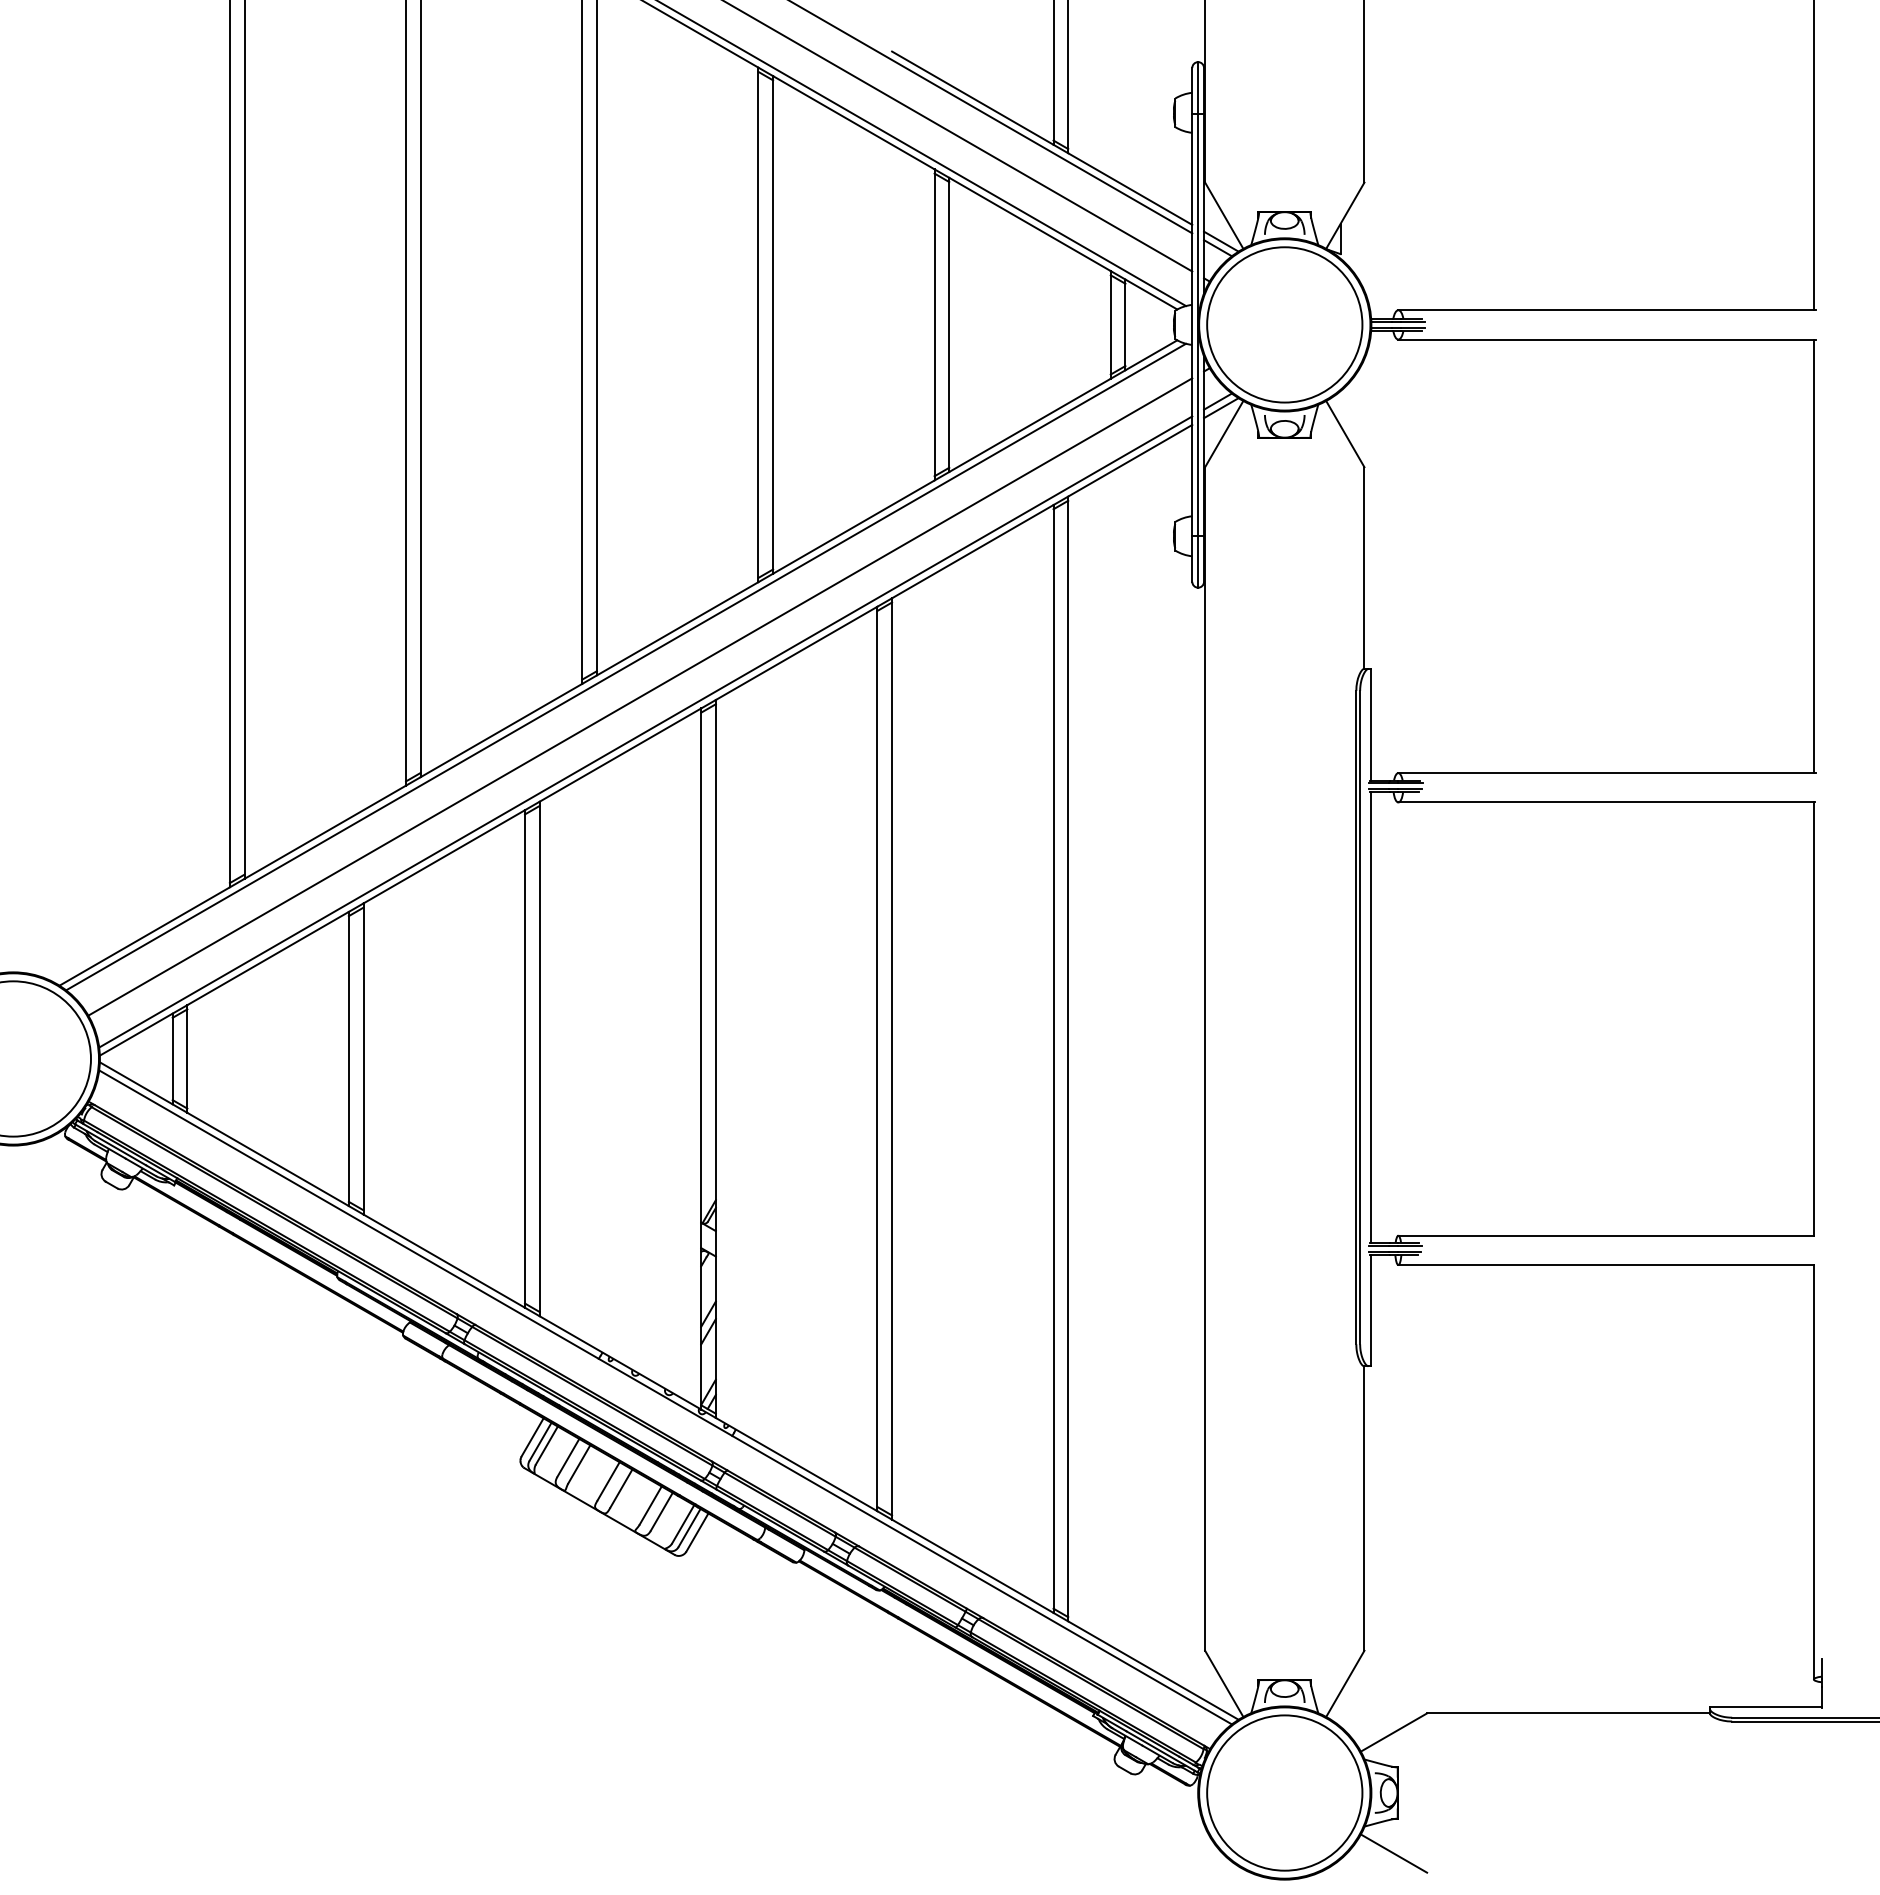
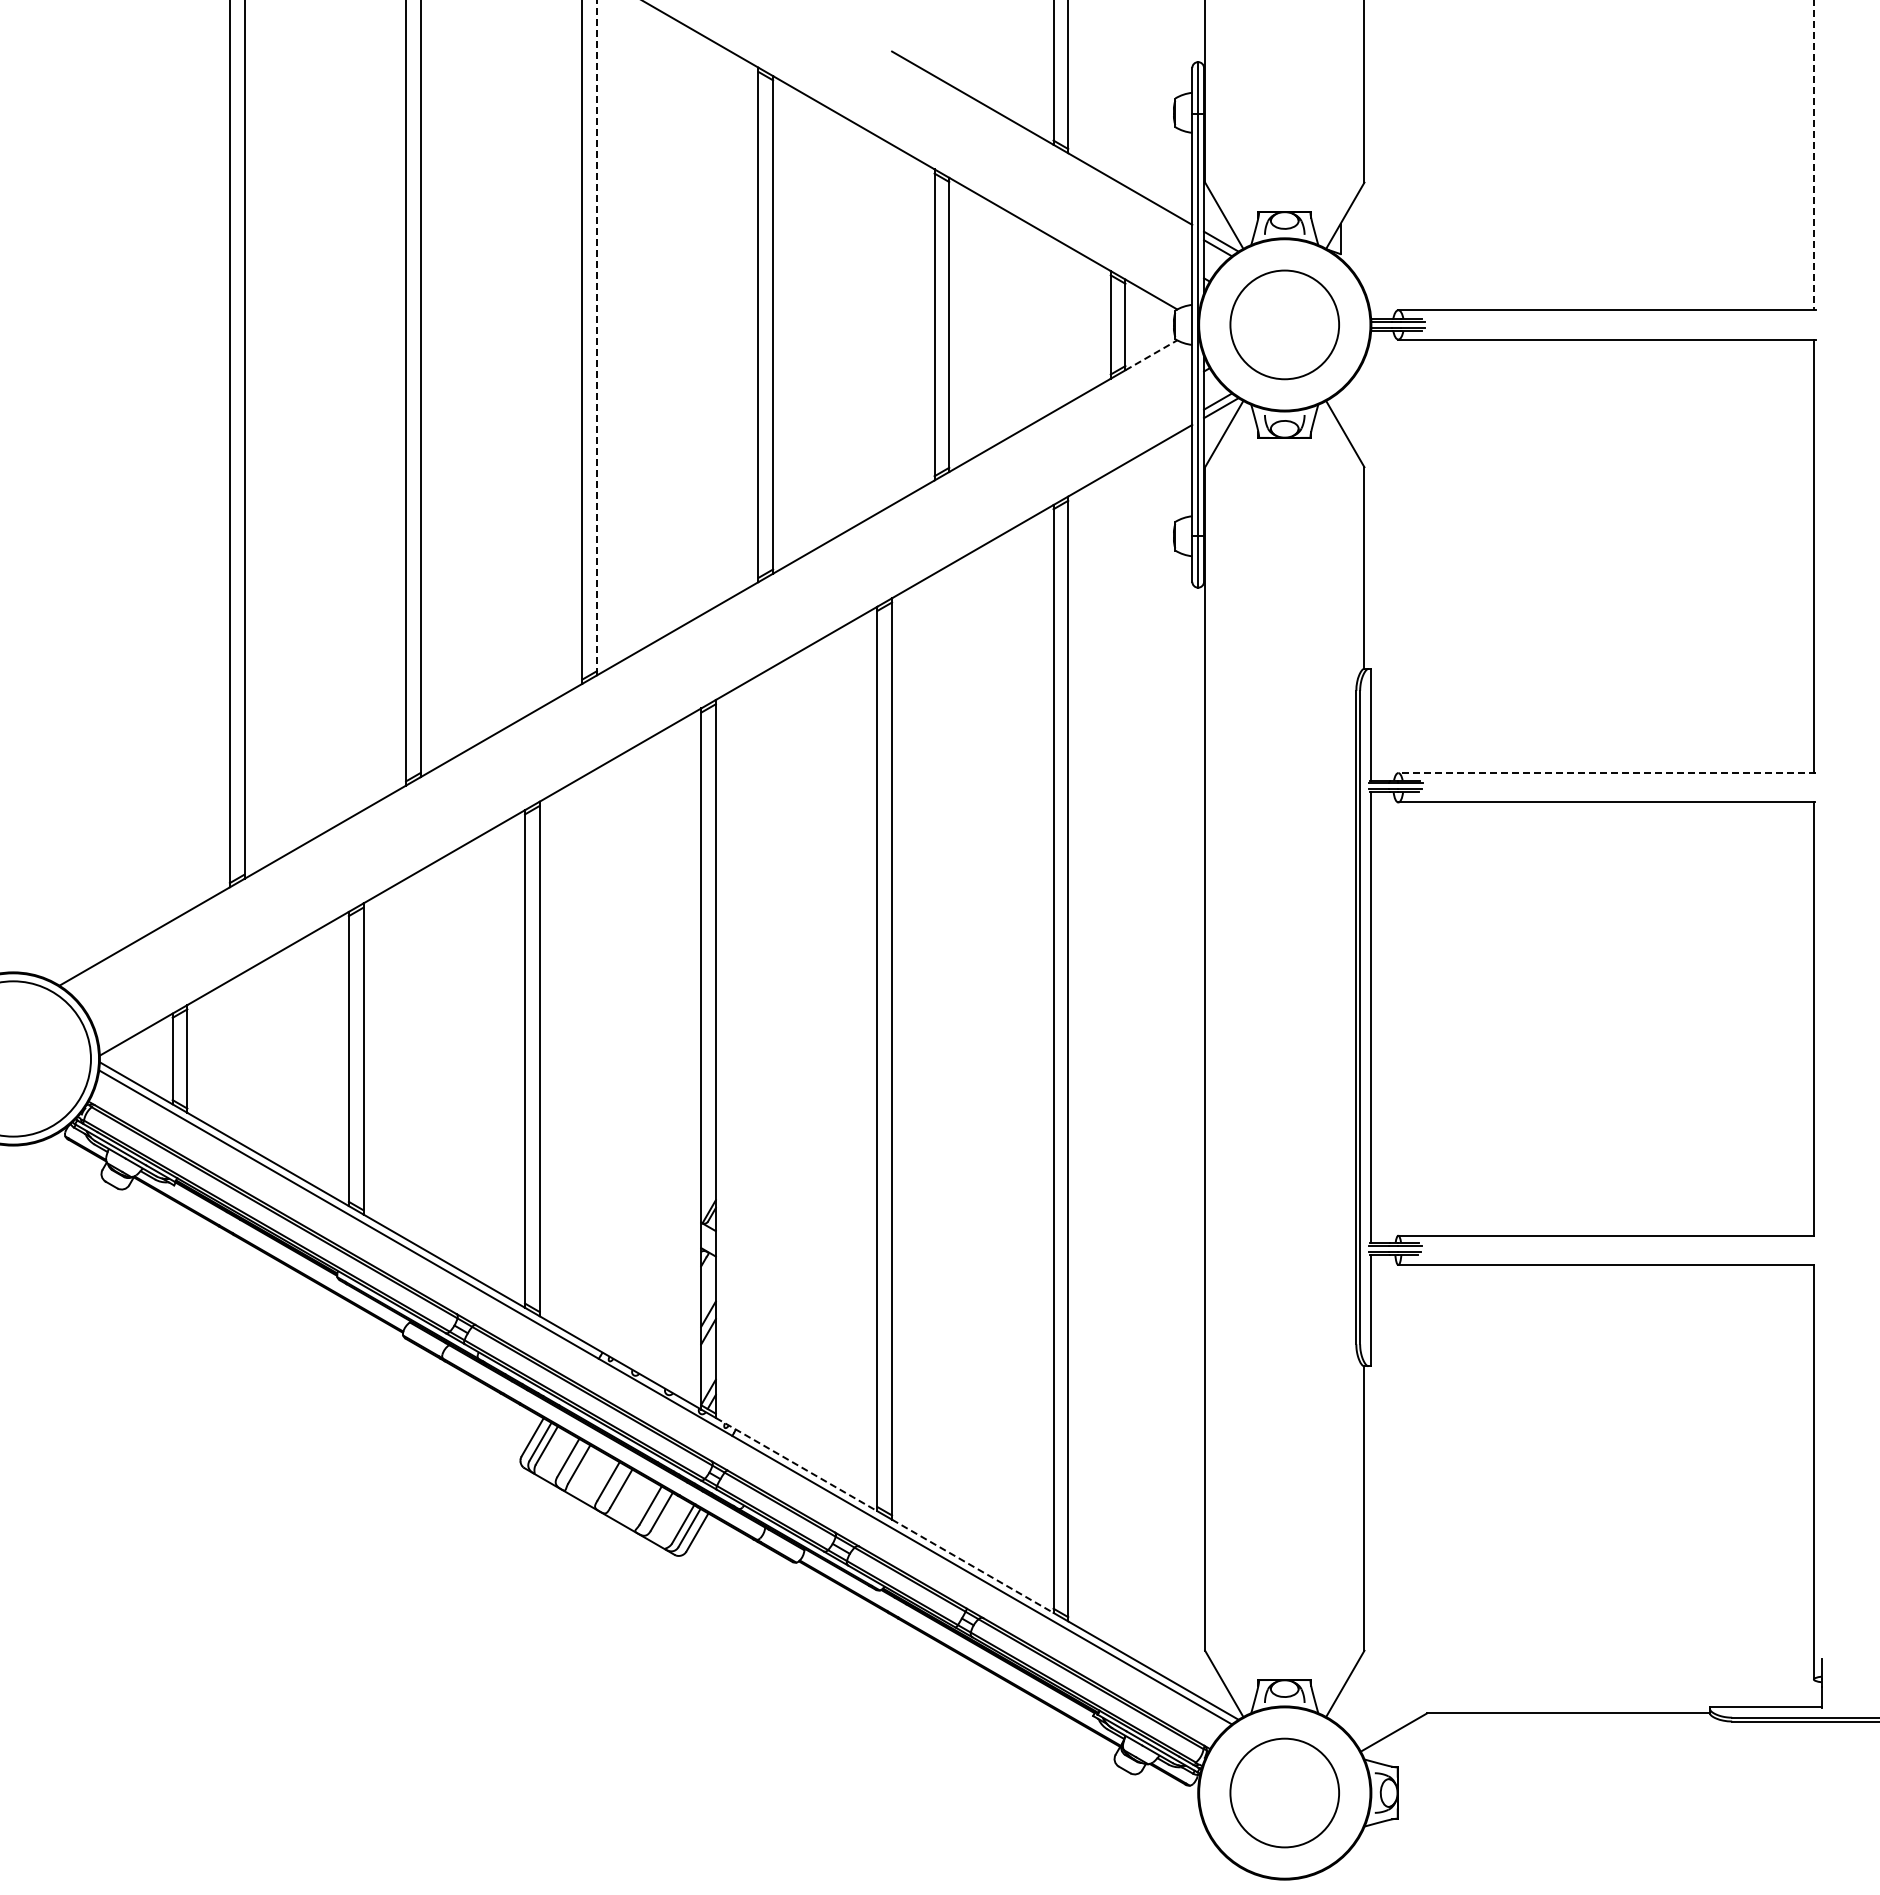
line at (992, 117): present -> none
line at (959, 136): present -> none
line at (922, 154): present -> none
line at (1813, 155): solid -> dashed
circle at (1284, 324) diameter: 155 px -> 109 px
line at (596, 337): solid -> dashed
line at (1151, 355): solid -> dashed
line at (626, 666): present -> none
line at (640, 696): present -> none
line at (645, 731): present -> none
line at (1606, 773): solid -> dashed
line at (797, 1464): solid -> dashed
line at (973, 1566): solid -> dashed
circle at (1284, 1792) diameter: 155 px -> 109 px
line at (1393, 1853): present -> none
